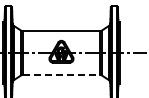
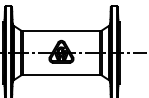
line at (61, 74): dashed -> solid
